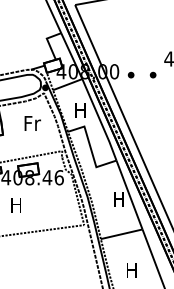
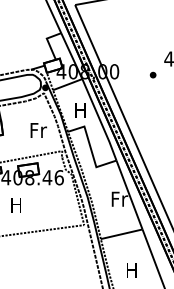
part at (130, 74): present -> none
text at (32, 123) position: (32, 123) -> (38, 130)
text at (119, 198): H -> Fr
